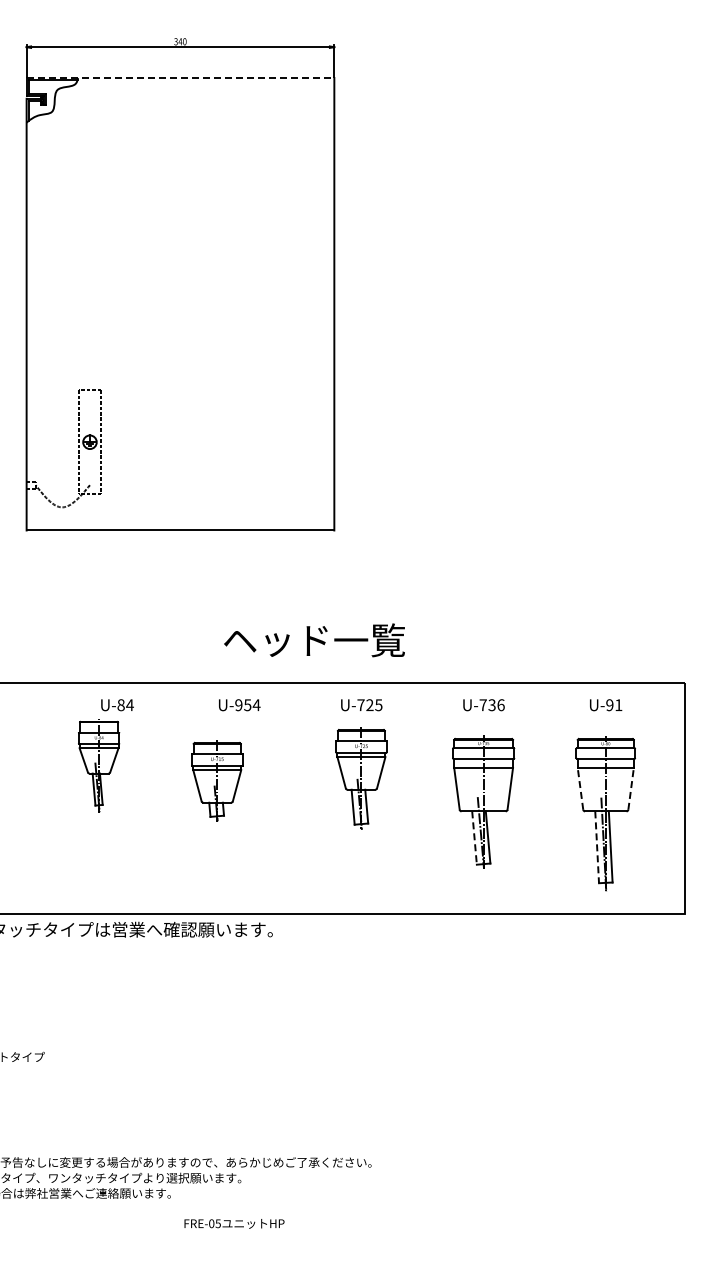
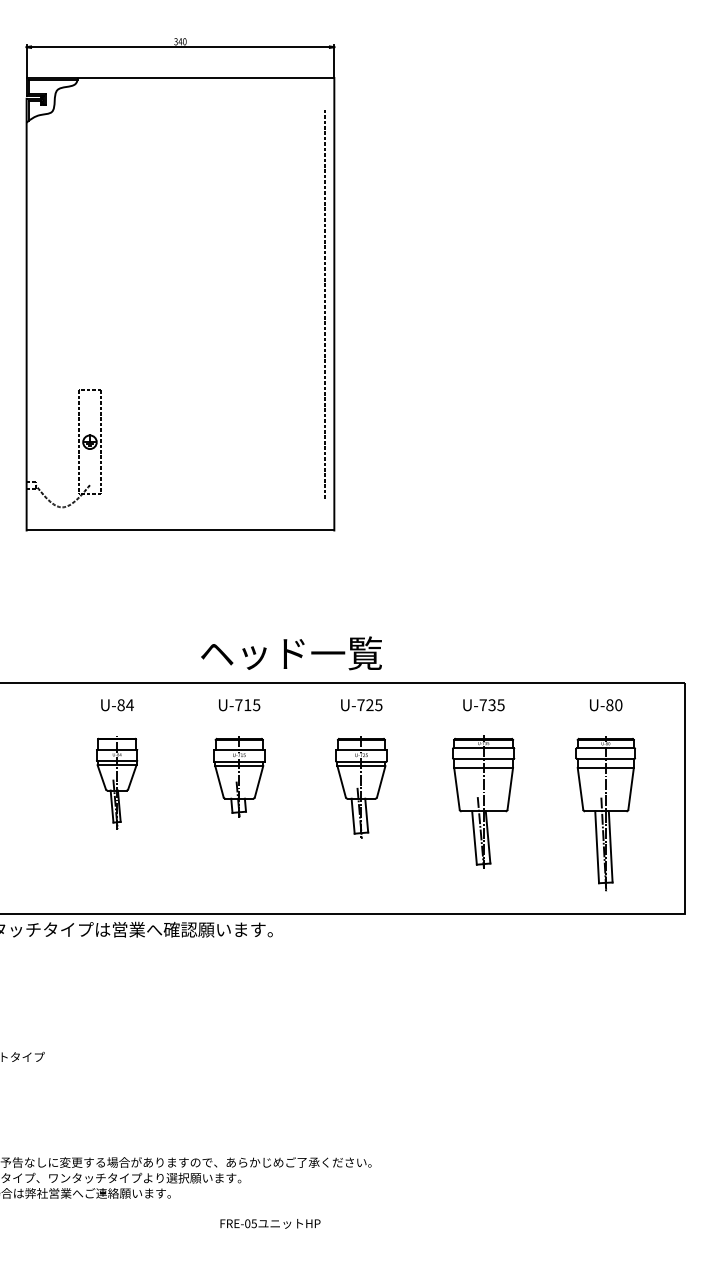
line at (180, 77): dashed -> solid
line at (325, 303): none -> present
text at (314, 640) position: (314, 640) -> (291, 653)
text at (247, 705): U-954 -> U-715
text at (500, 705): U-736 -> U-735
text at (614, 705): U-91 -> U-80
part at (99, 765) position: (99, 765) -> (117, 782)
part at (361, 778) position: (361, 778) -> (361, 787)
part at (217, 780) position: (217, 780) -> (239, 776)
line at (580, 788): dashed -> solid
line at (631, 788): dashed -> solid
line at (474, 838): dashed -> solid
line at (597, 847): dashed -> solid
text at (234, 1223) position: (234, 1223) -> (270, 1223)
